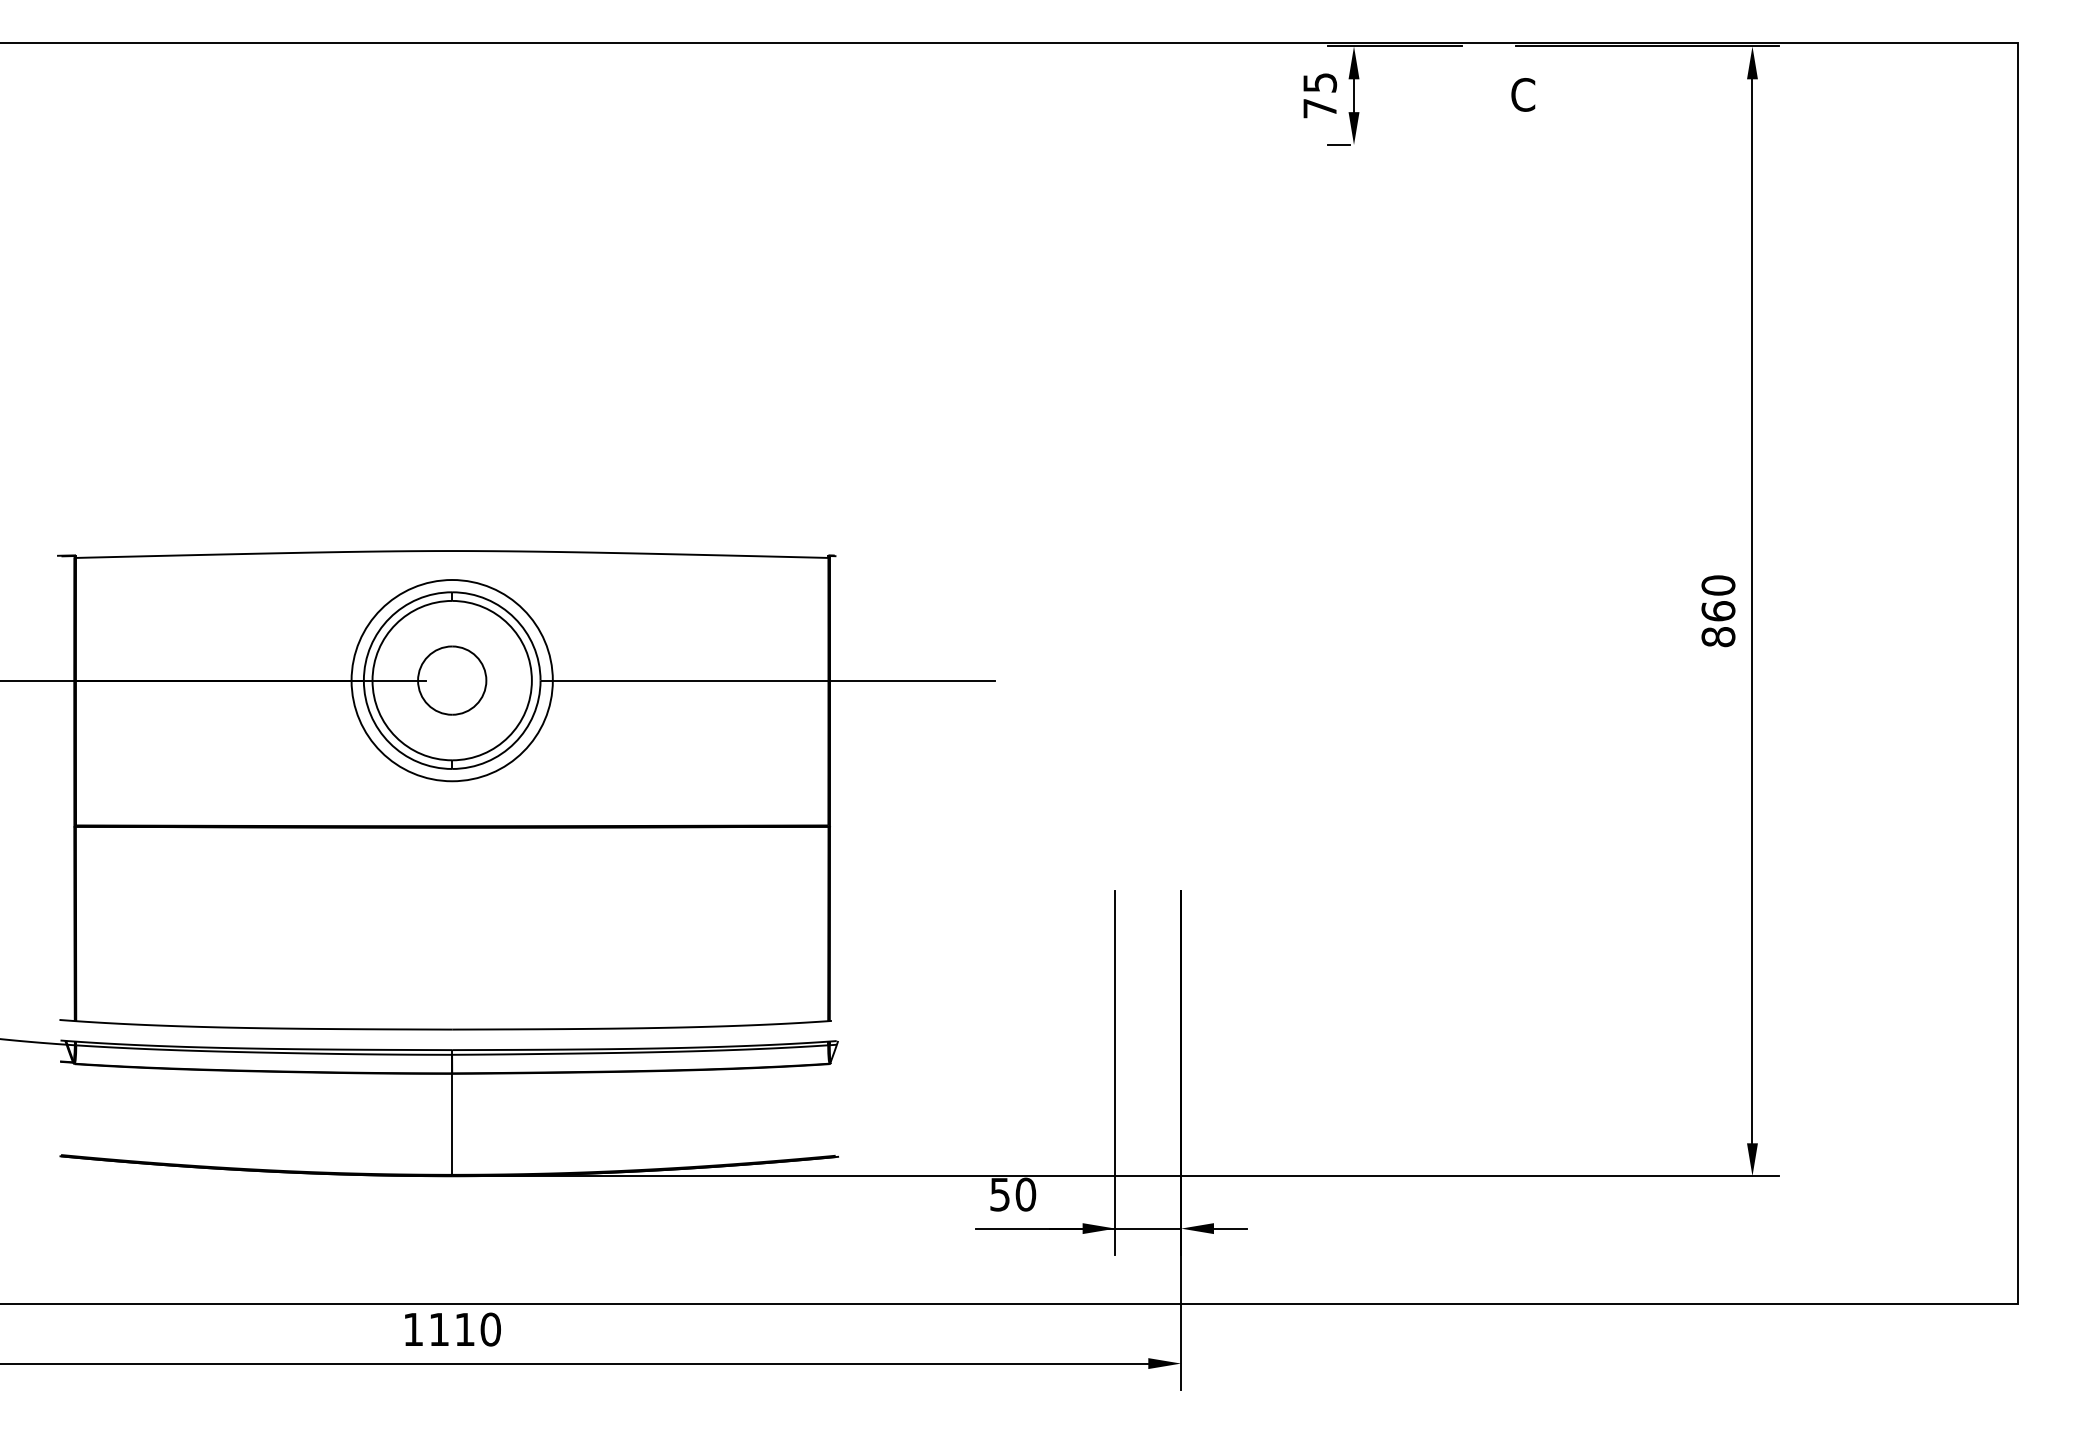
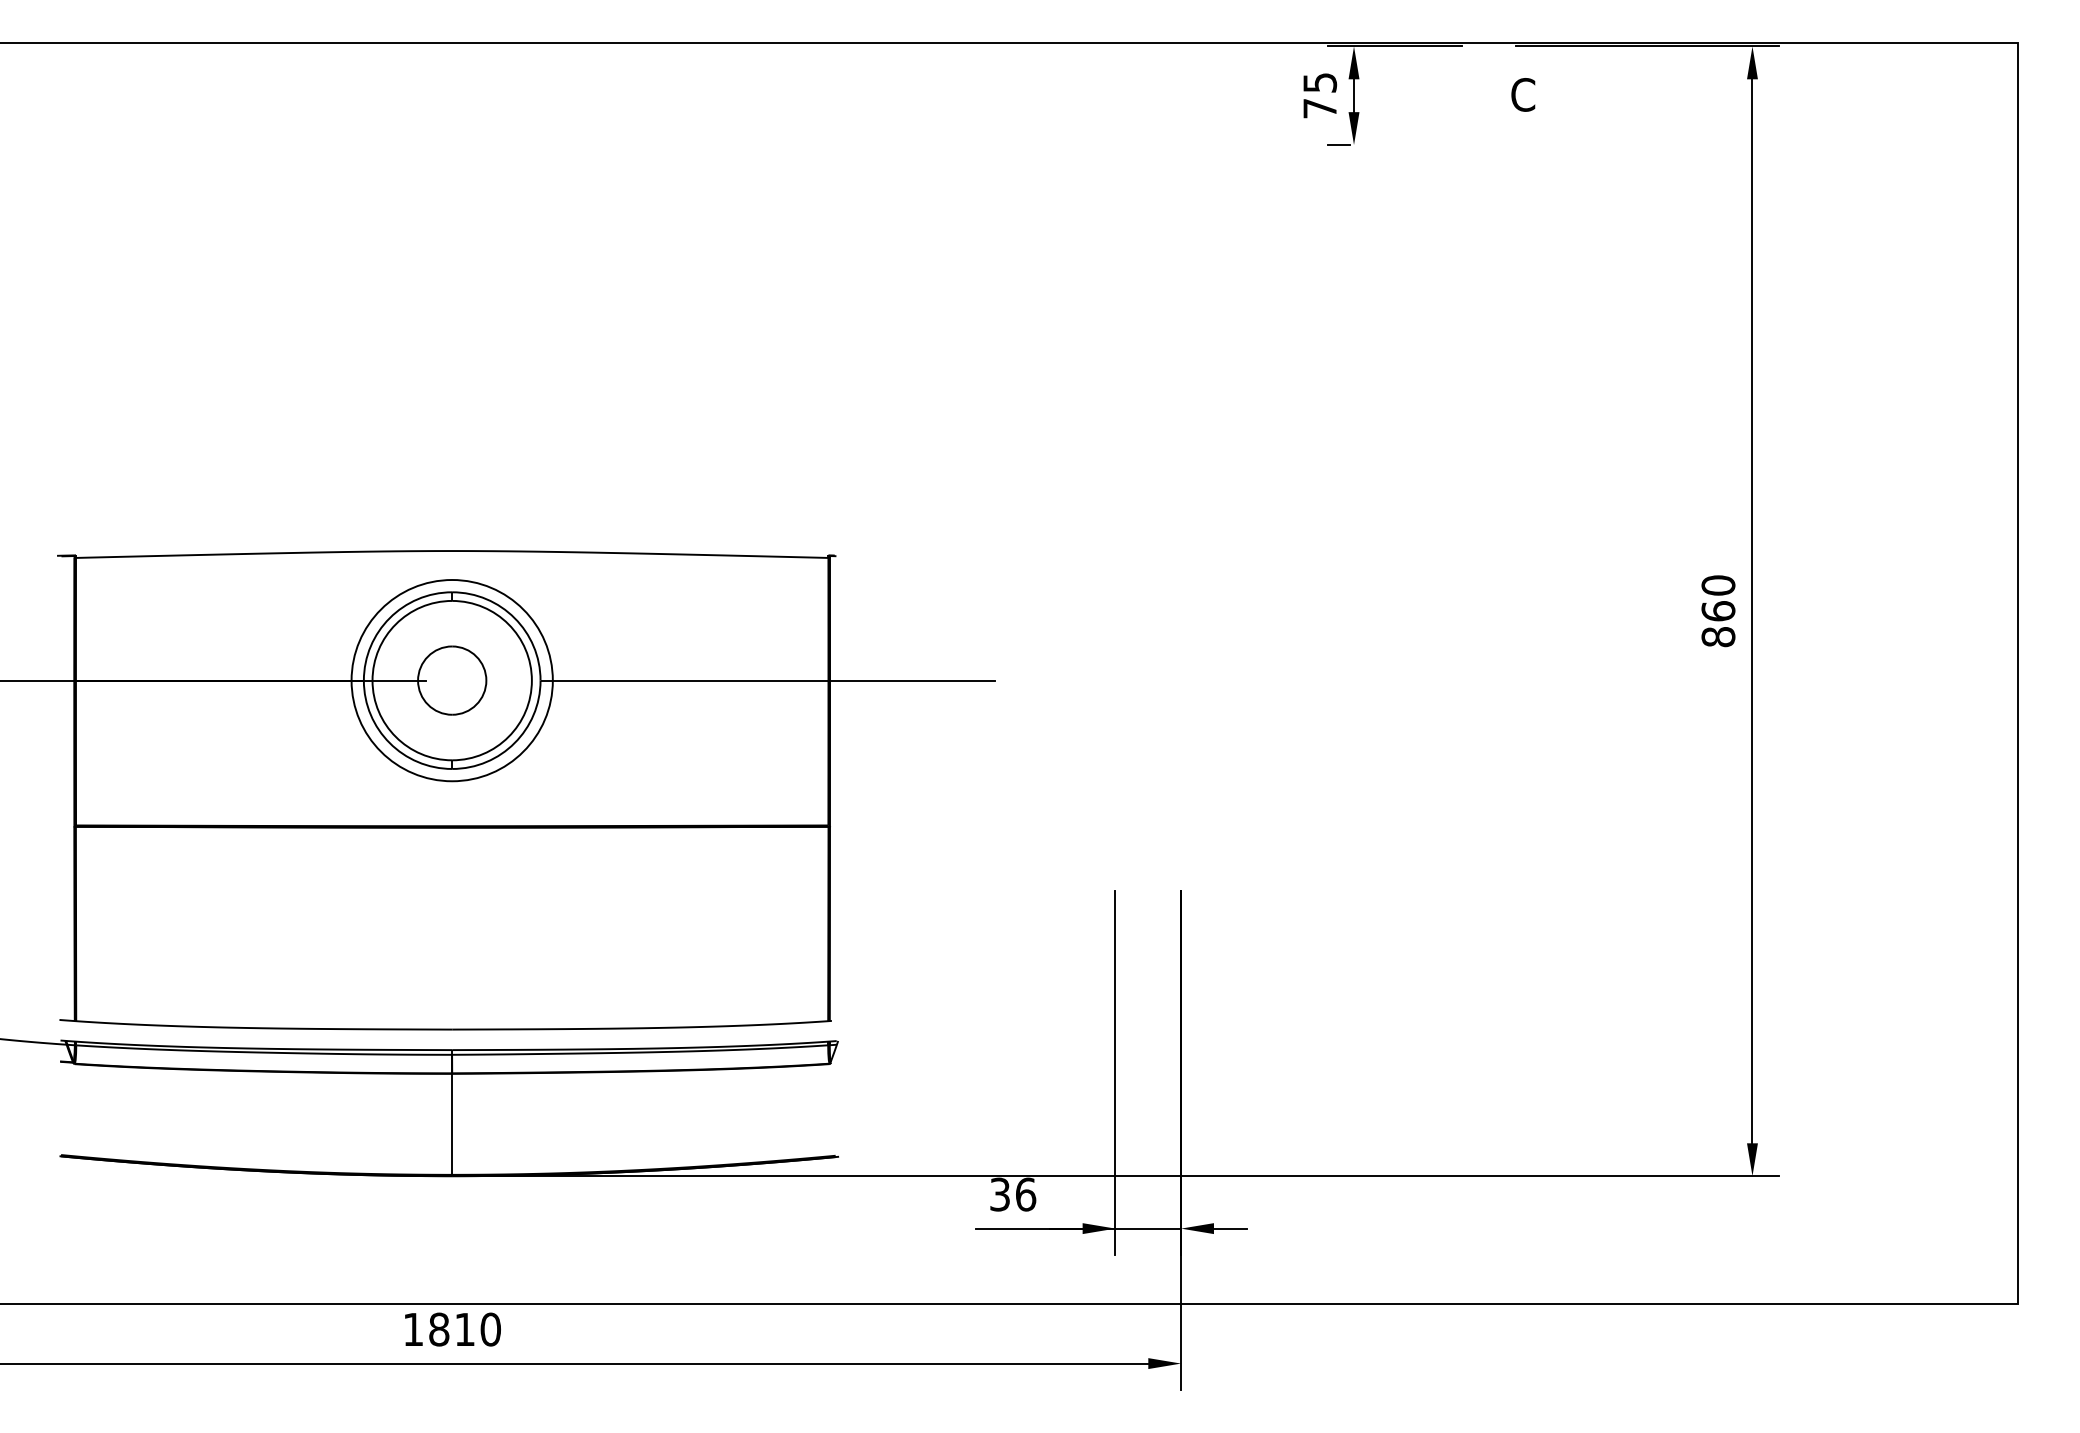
text at (1013, 1194): 50 -> 36
text at (439, 1329): 1110 -> 1810
